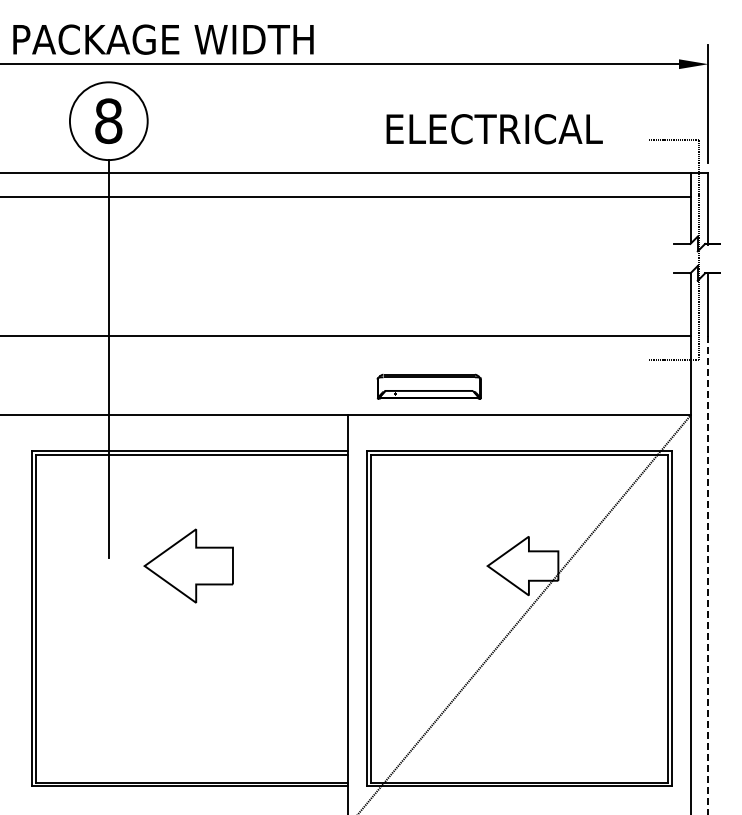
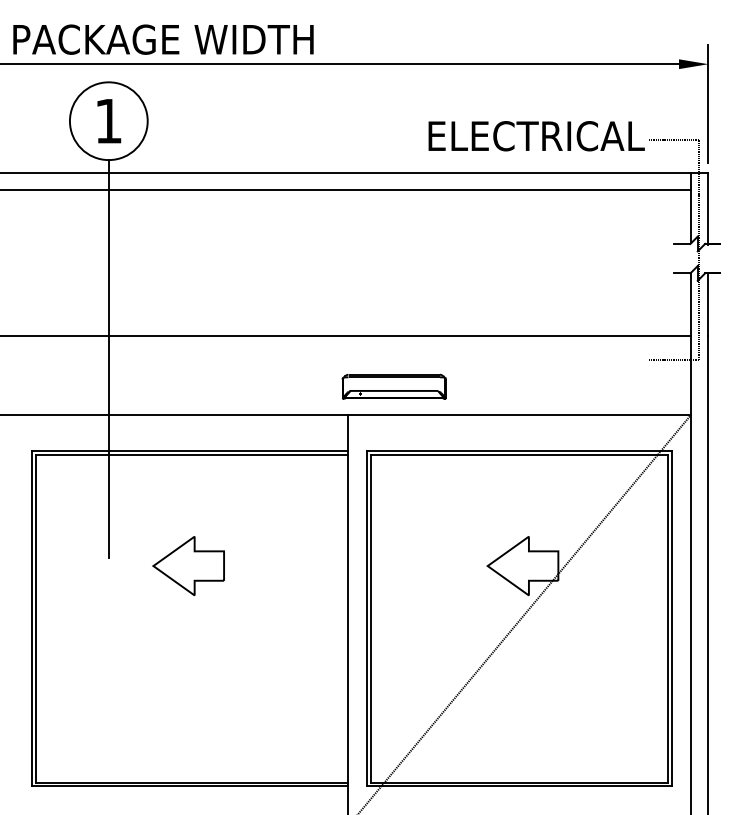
text at (108, 121): 8 -> 1
text at (494, 129) position: (494, 129) -> (536, 136)
line at (346, 197) position: (346, 197) -> (346, 190)
part at (428, 386) position: (428, 386) -> (393, 386)
part at (188, 565) size: 91x76 px -> 73x60 px
line at (708, 576): dashed -> solid
